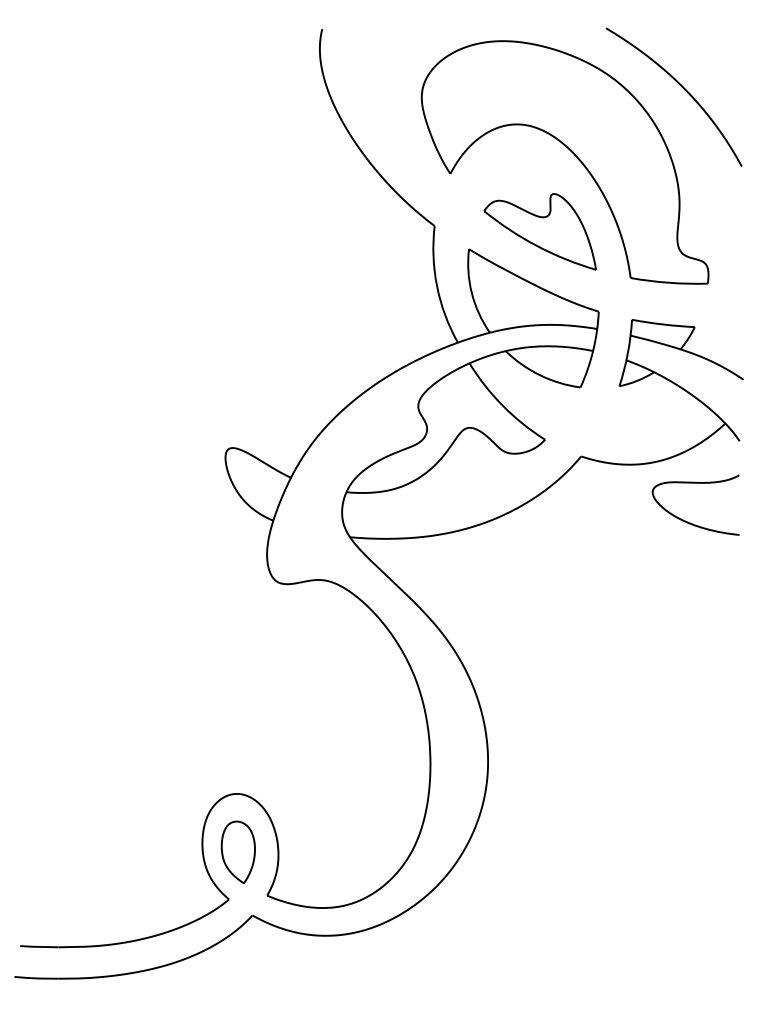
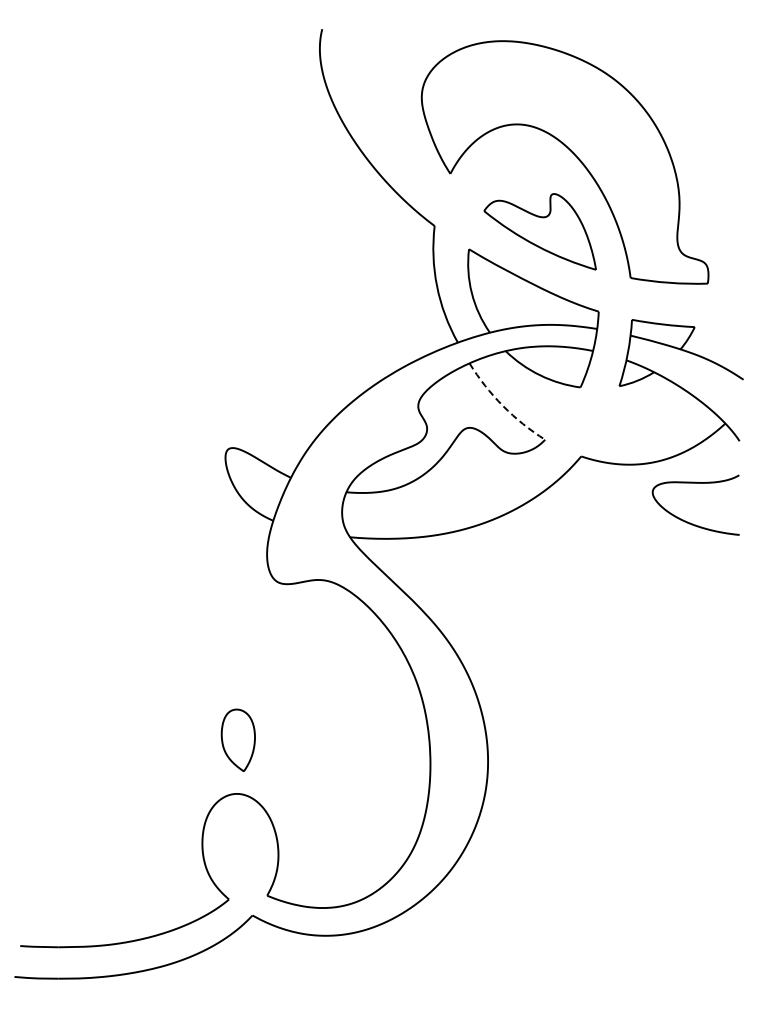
curve at (682, 88): present -> none
arc at (502, 405): solid -> dashed
part at (237, 851) position: (237, 851) -> (237, 739)
